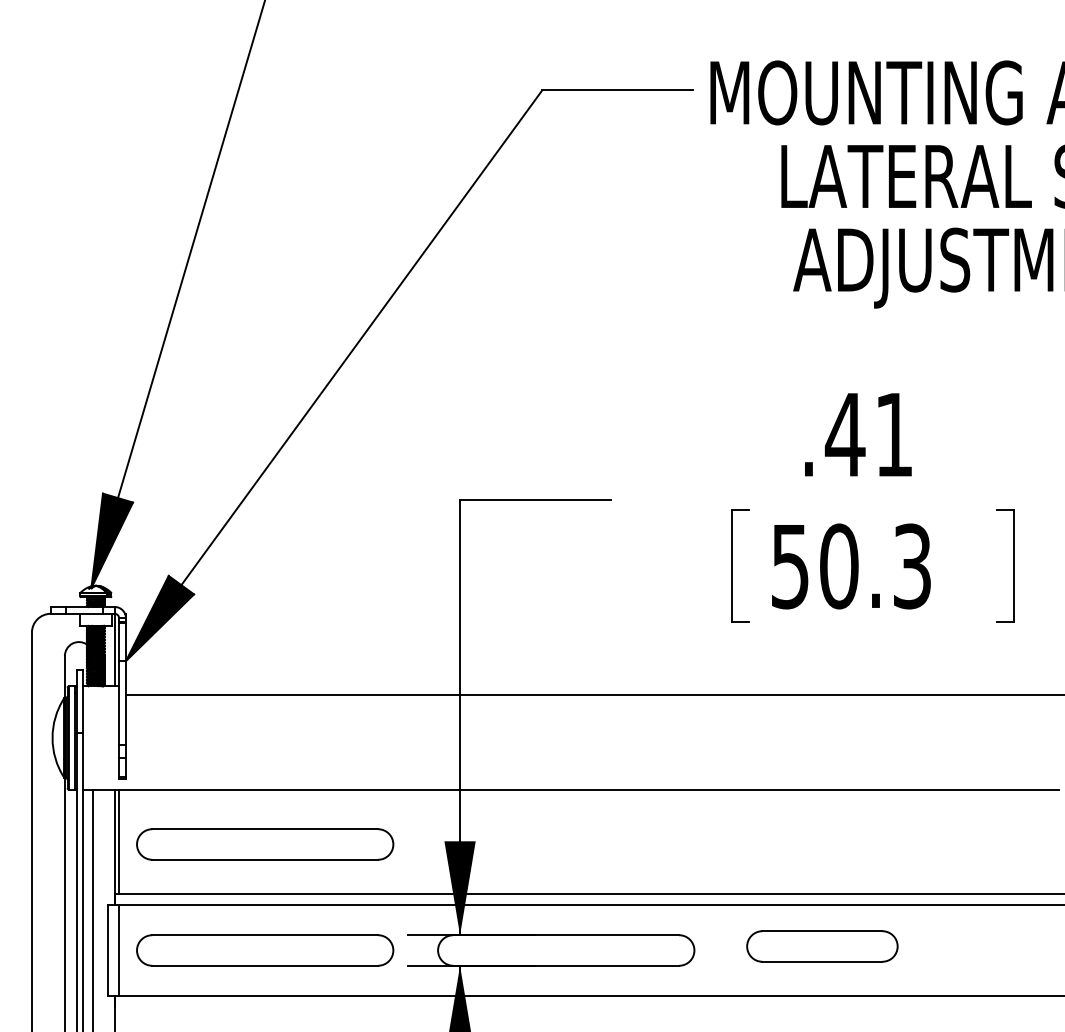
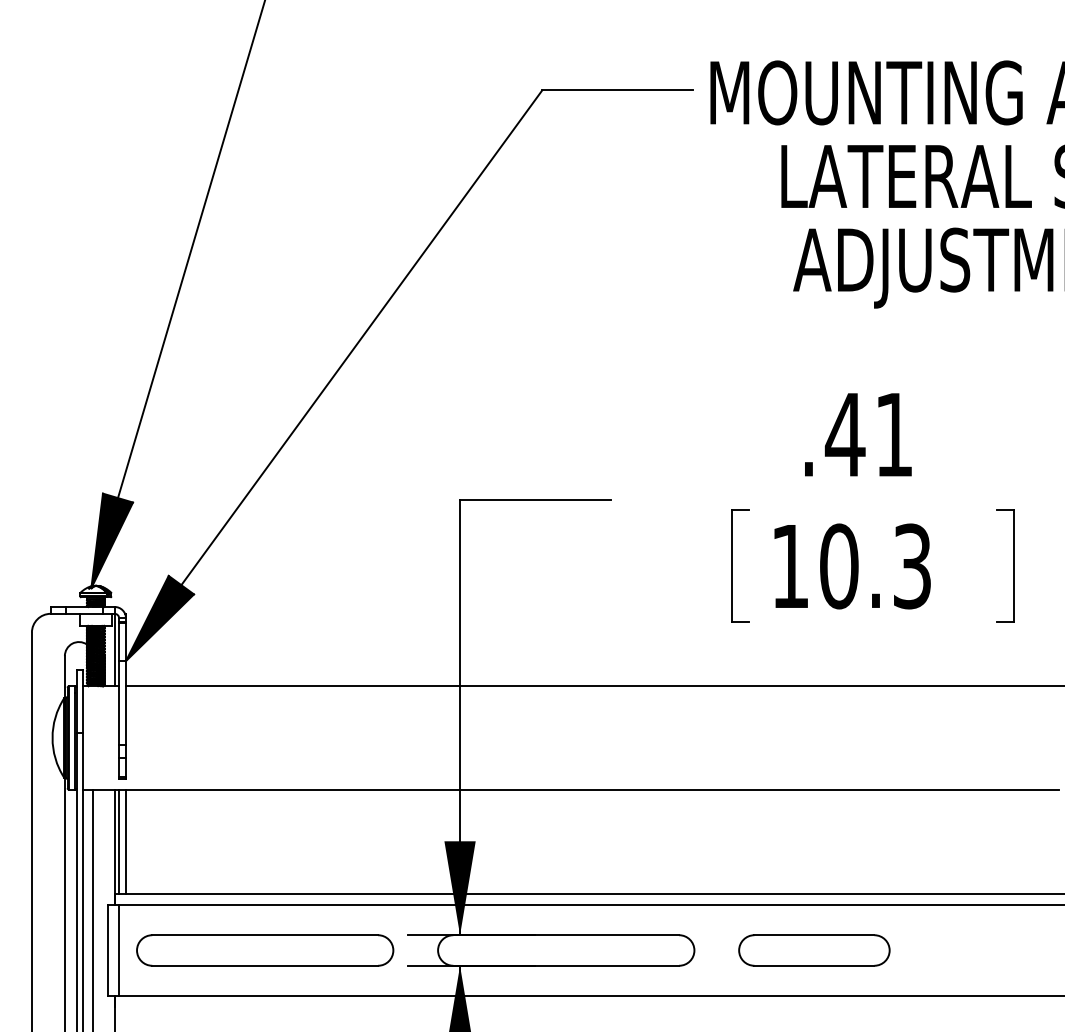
text at (790, 567): 50.3 -> 10.3
line at (593, 695) position: (593, 695) -> (593, 686)
line at (126, 841): none -> present
part at (265, 844): present -> none
part at (822, 946) position: (822, 946) -> (814, 950)
